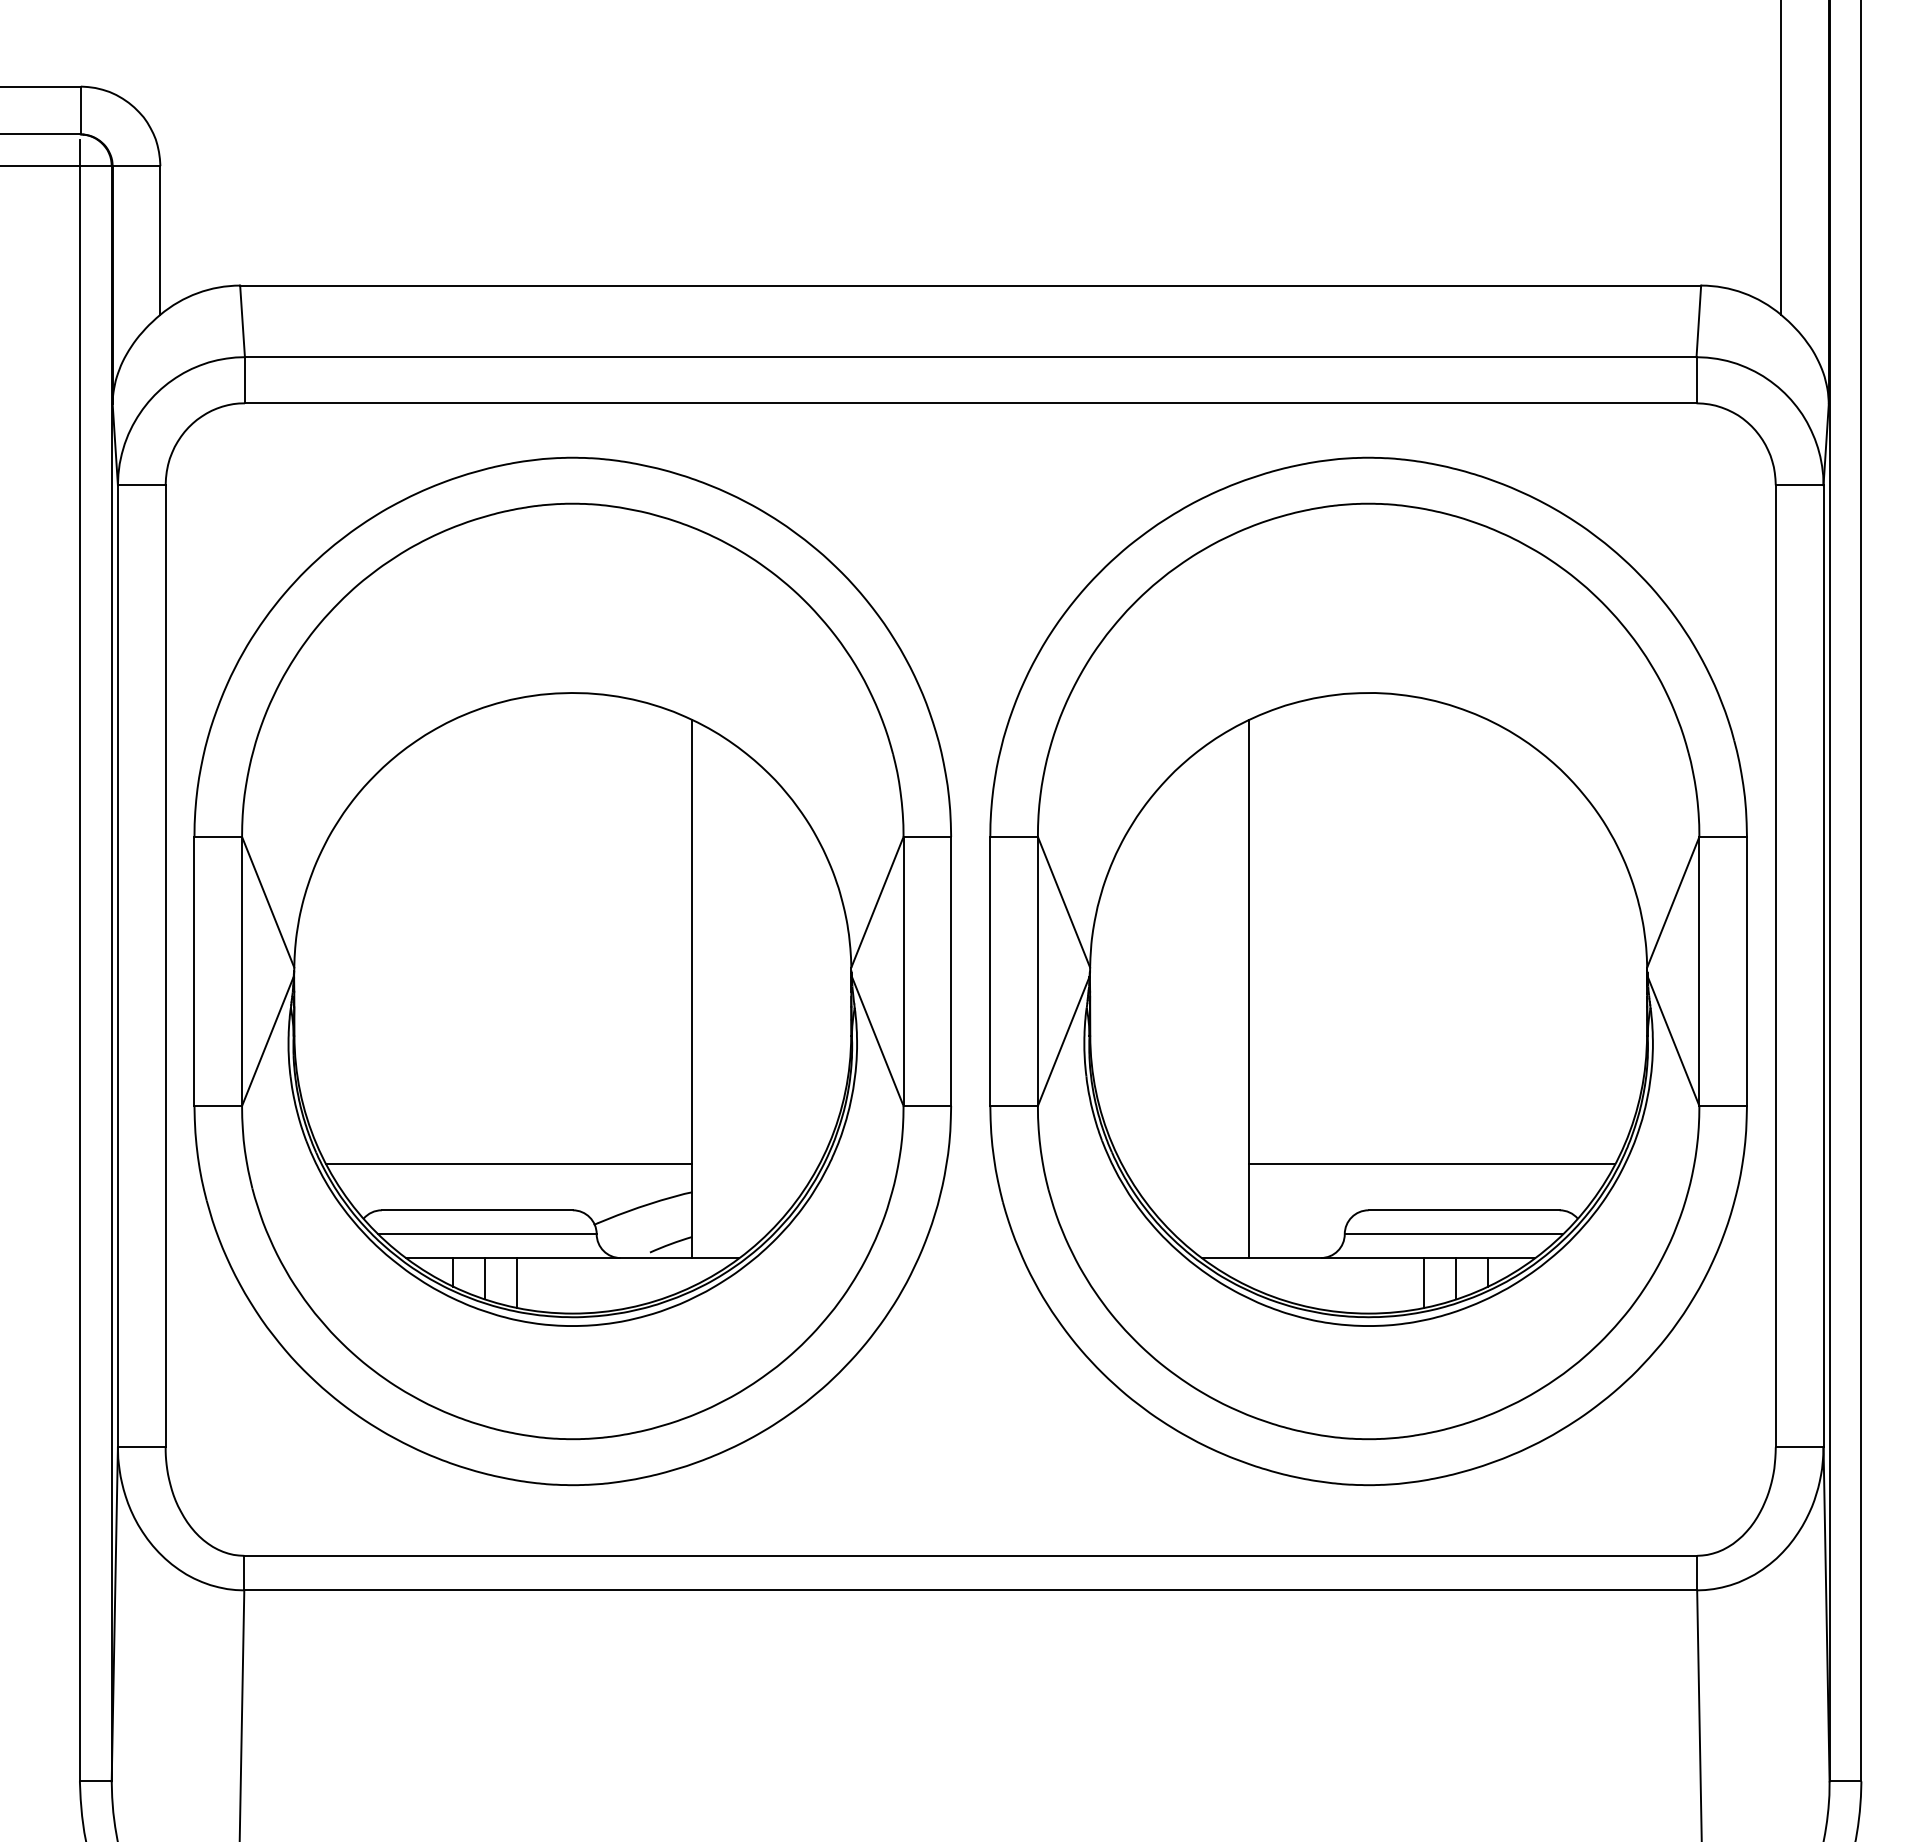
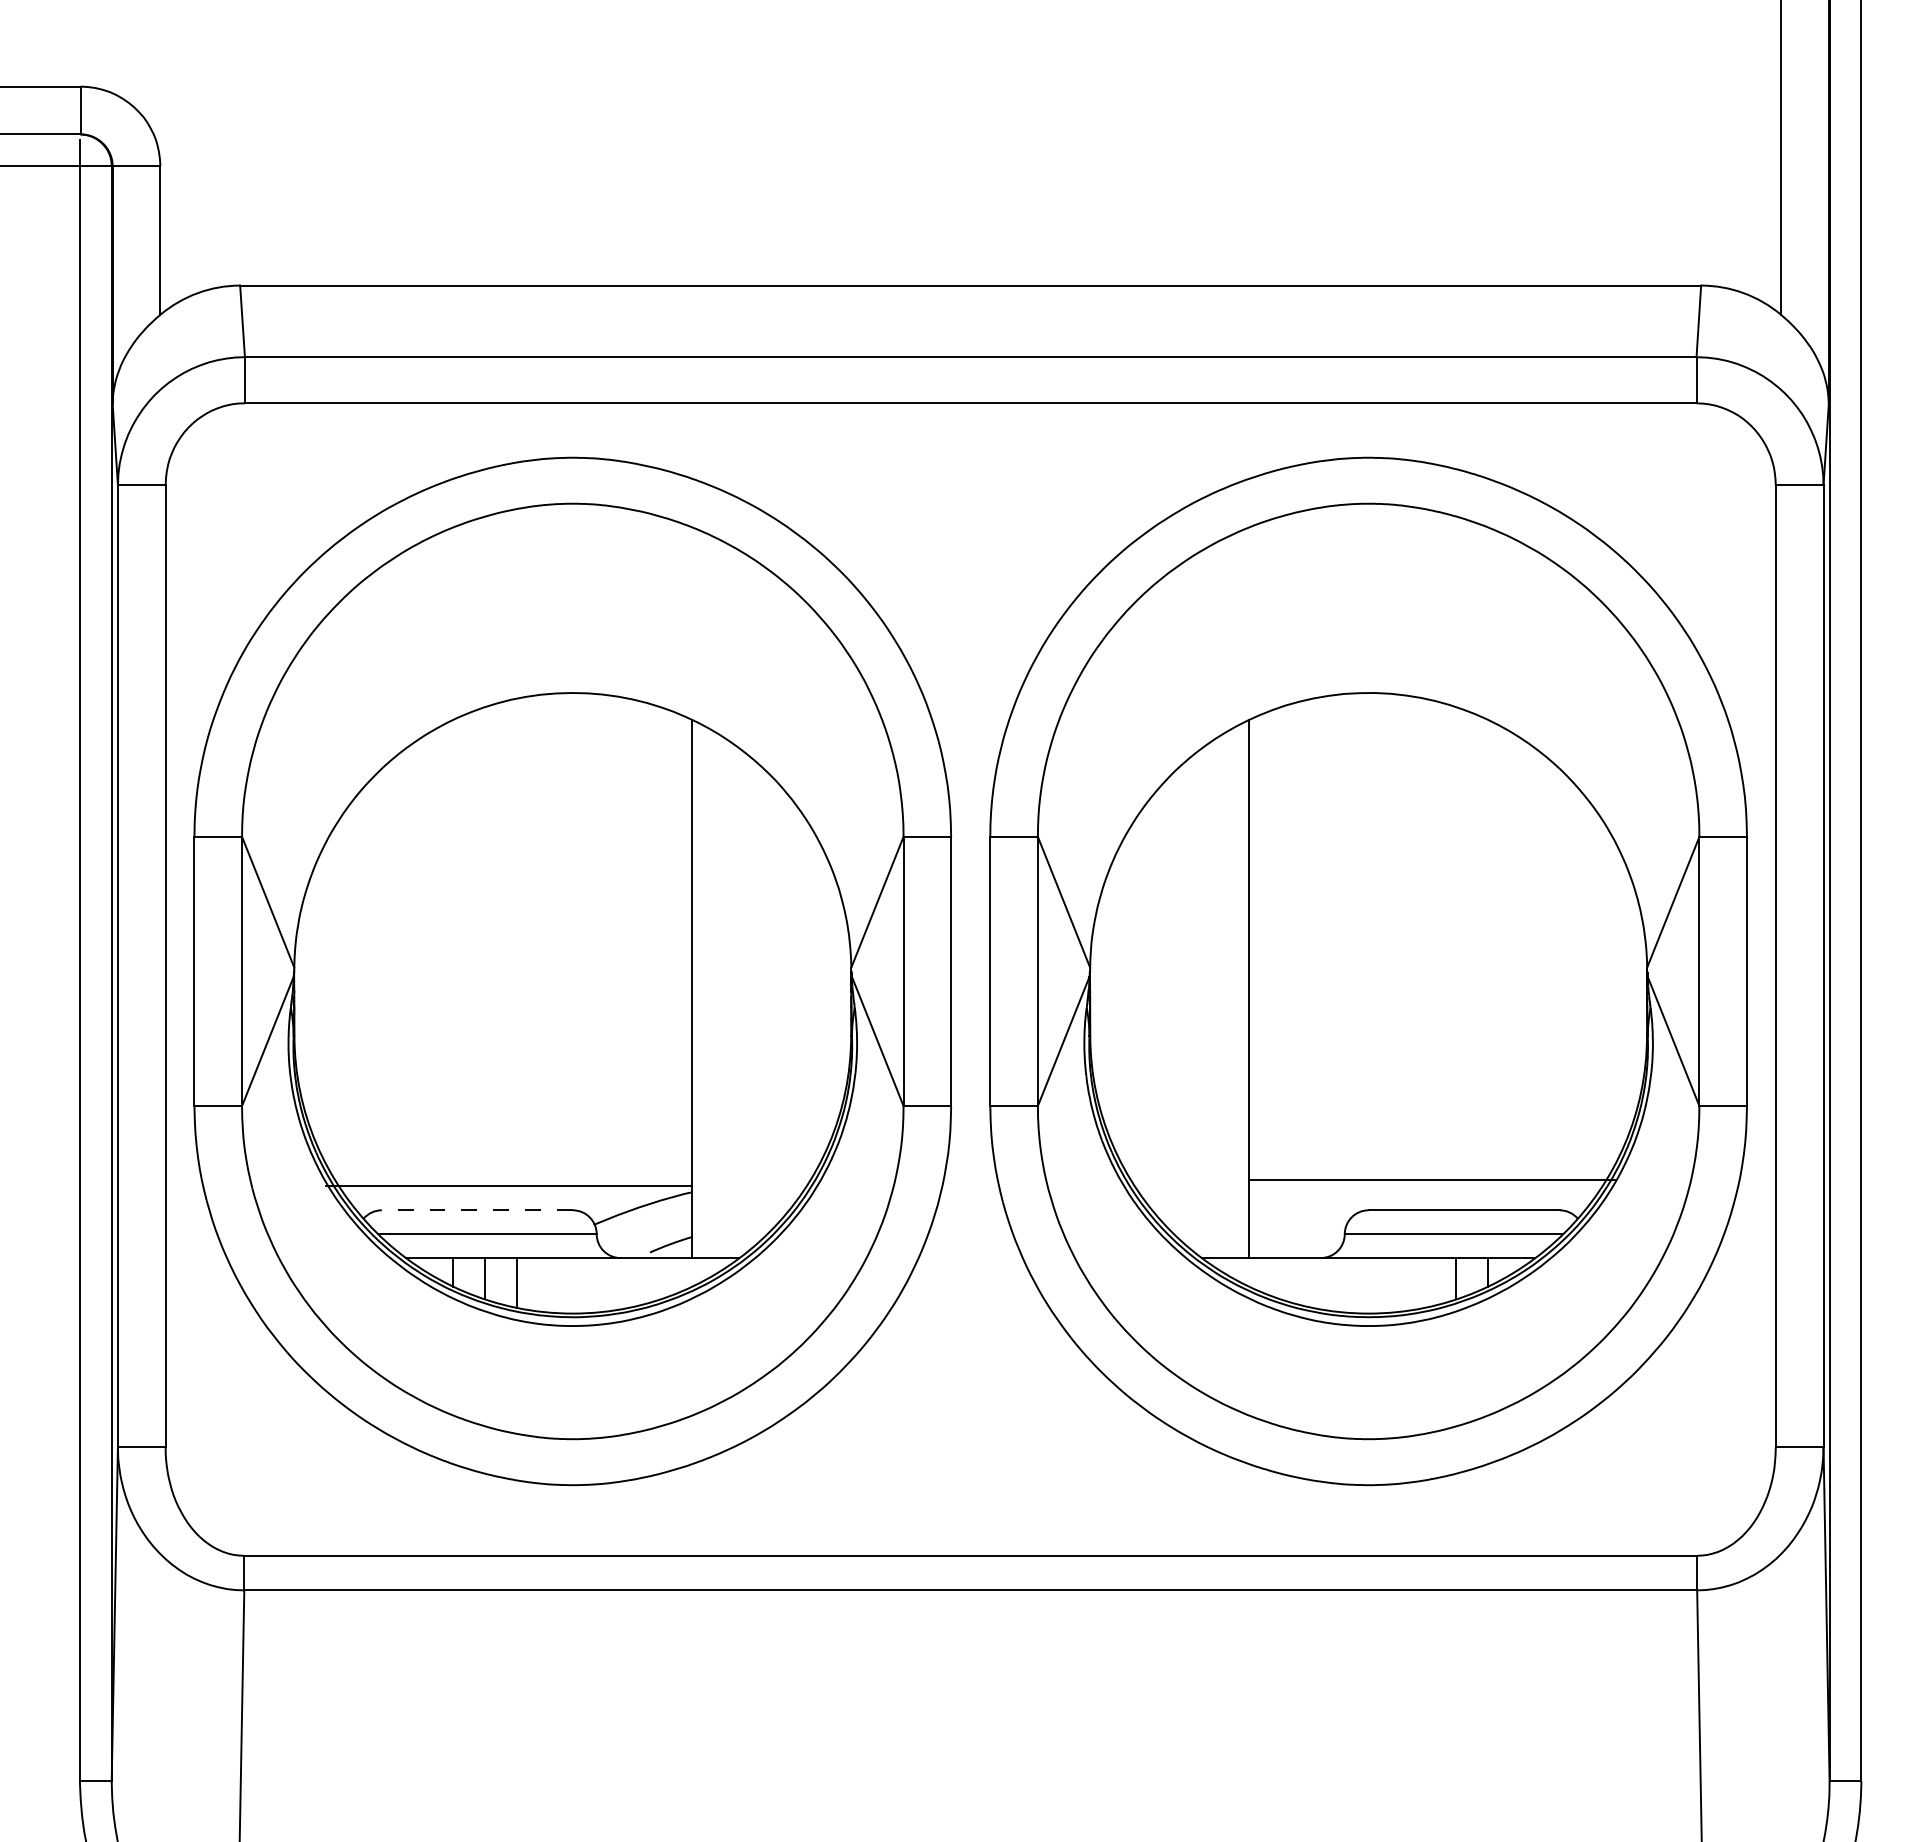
line at (509, 1164) position: (509, 1164) -> (509, 1186)
line at (1432, 1164) position: (1432, 1164) -> (1432, 1180)
line at (476, 1210): solid -> dashed
line at (1424, 1282): present -> none
